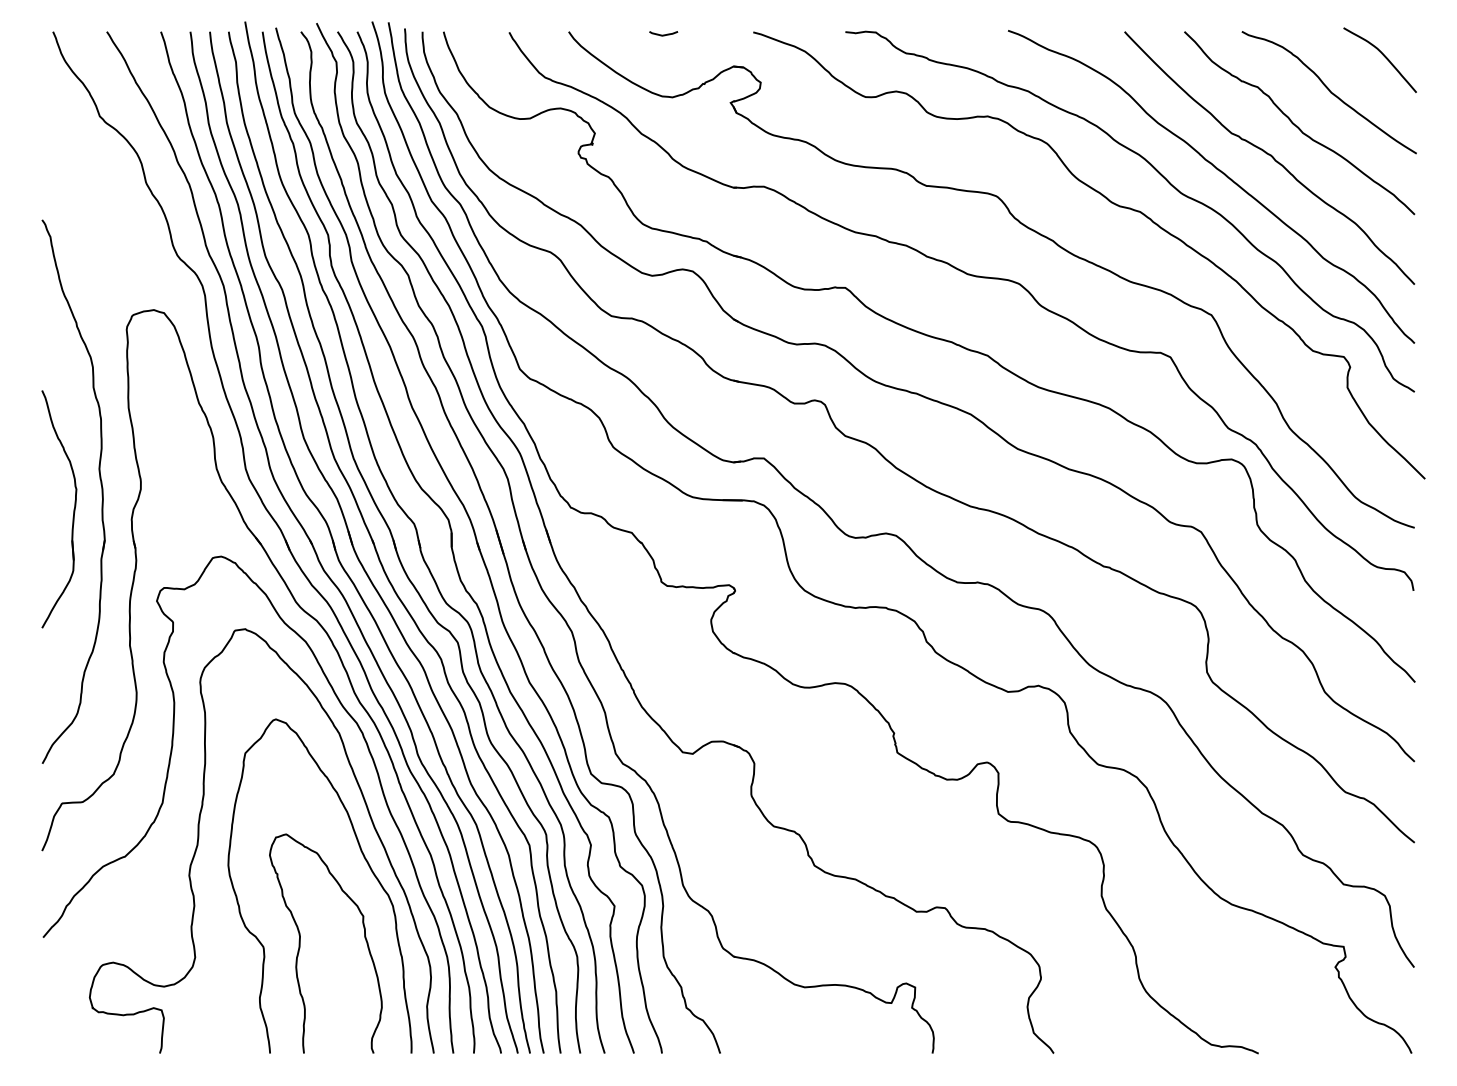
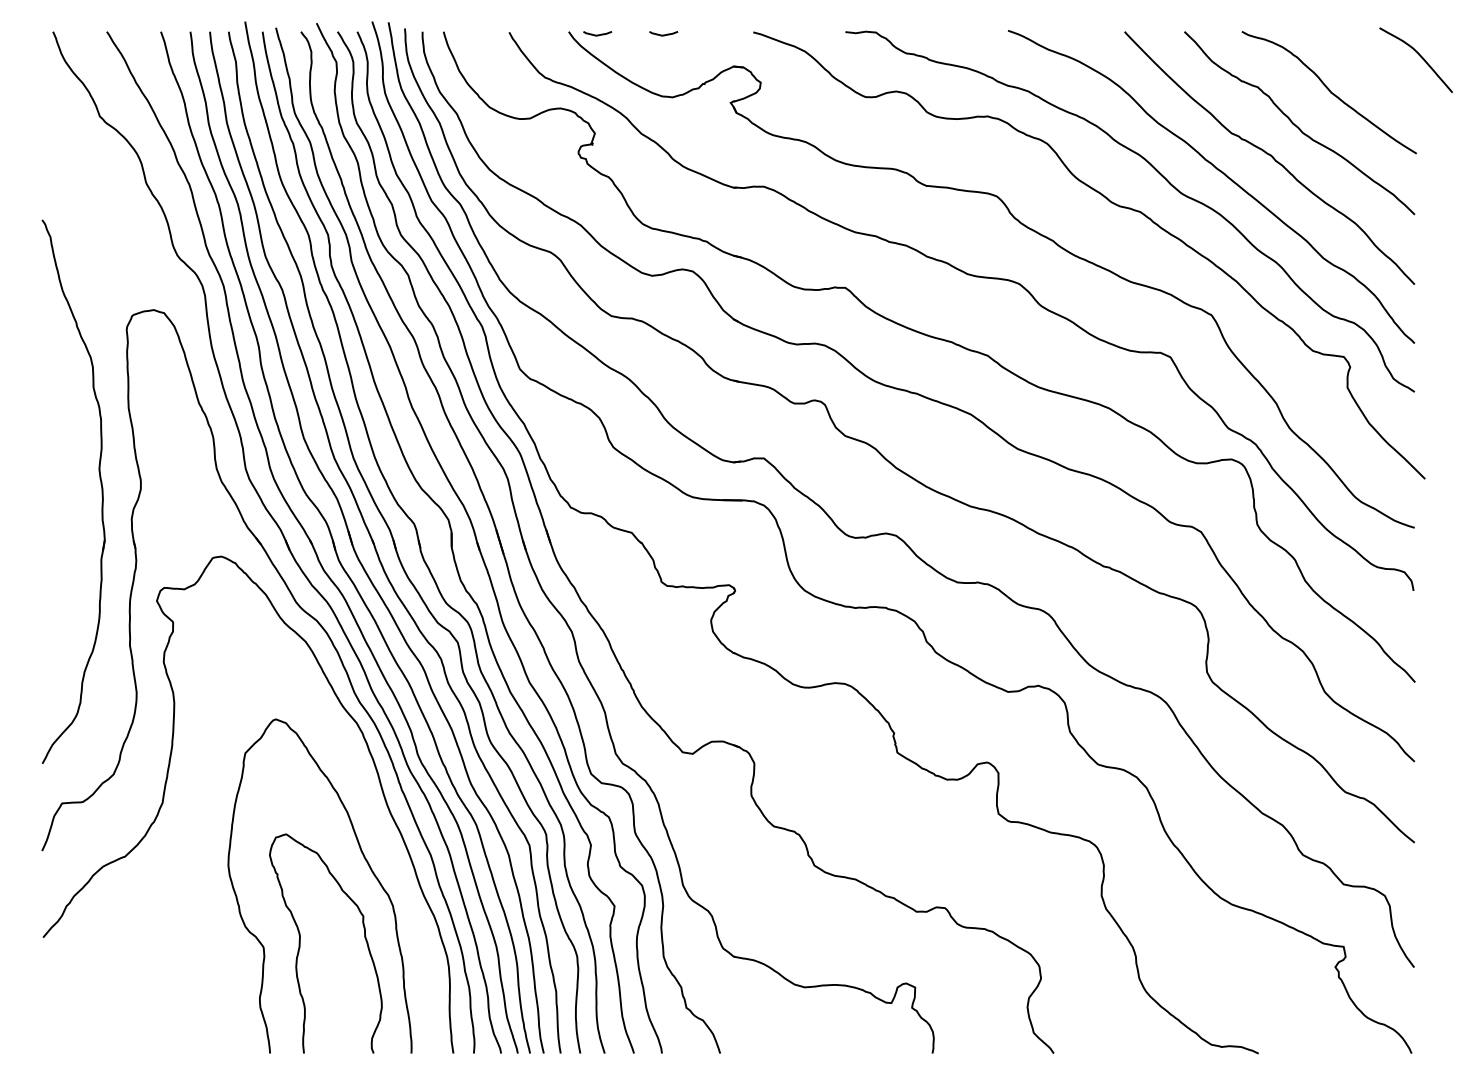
curve at (597, 34): none -> present
curve at (1382, 55) position: (1382, 55) -> (1418, 55)
part at (73, 509): present -> none
curve at (199, 838): present -> none
